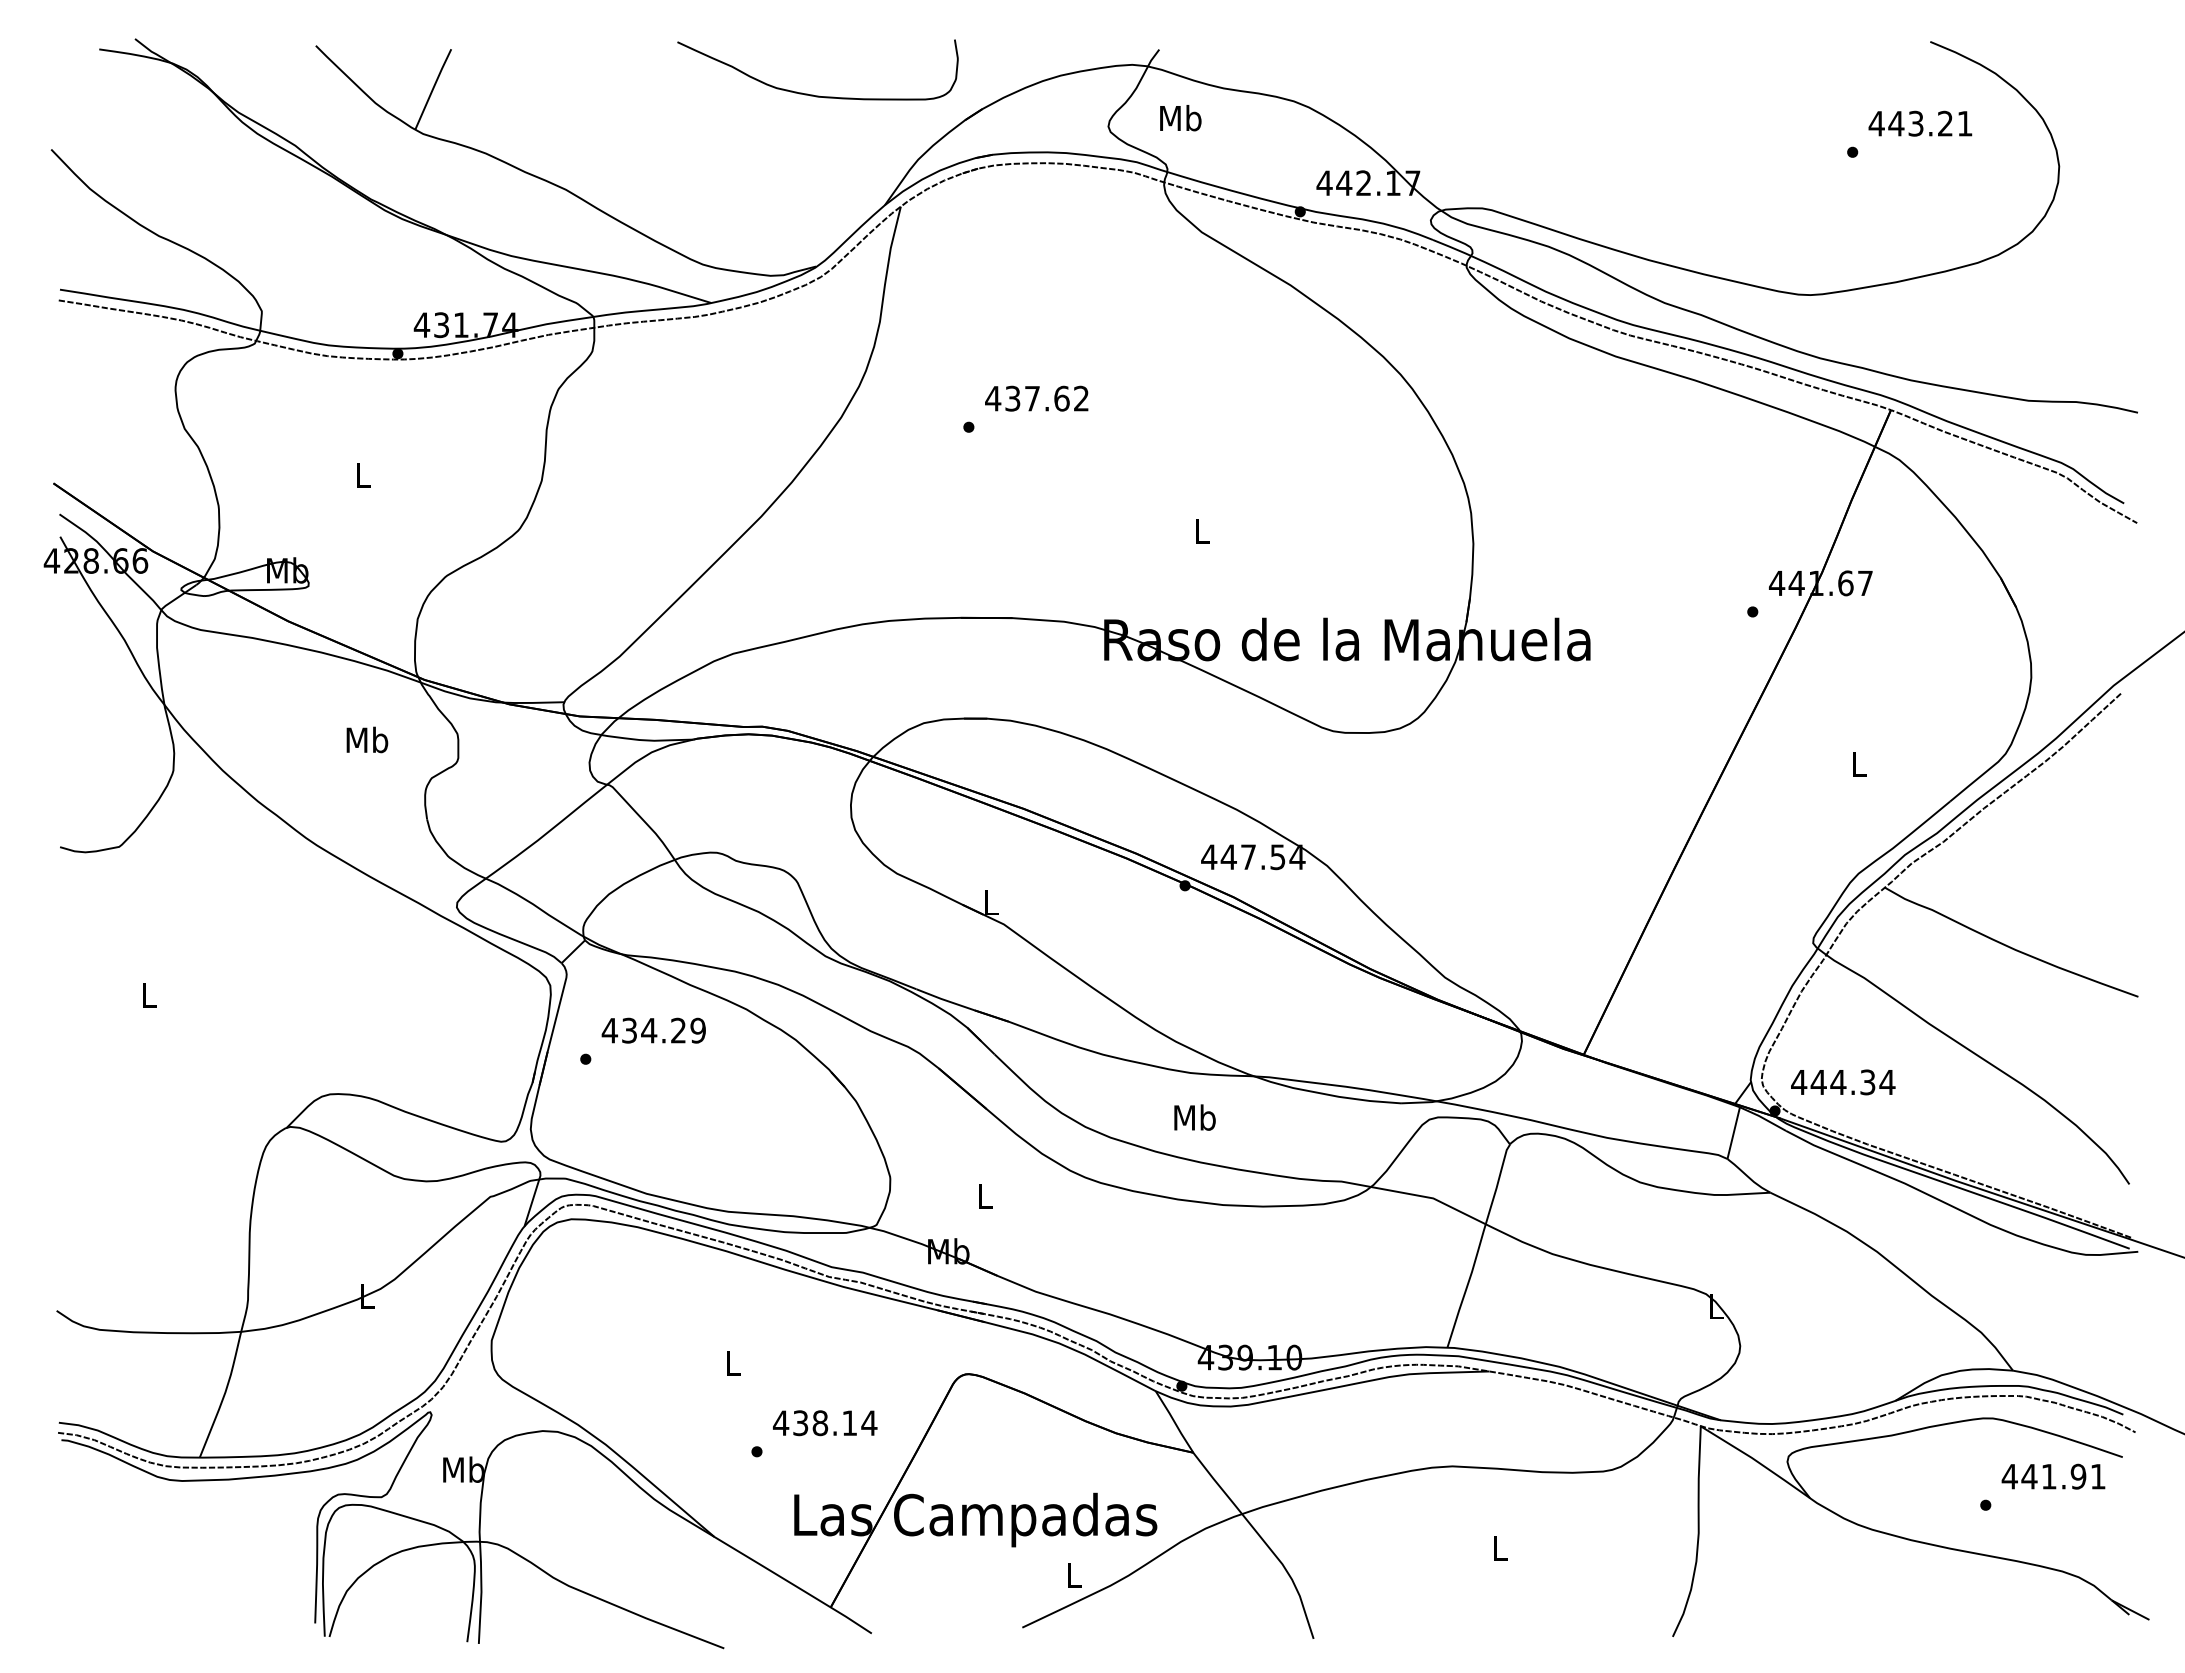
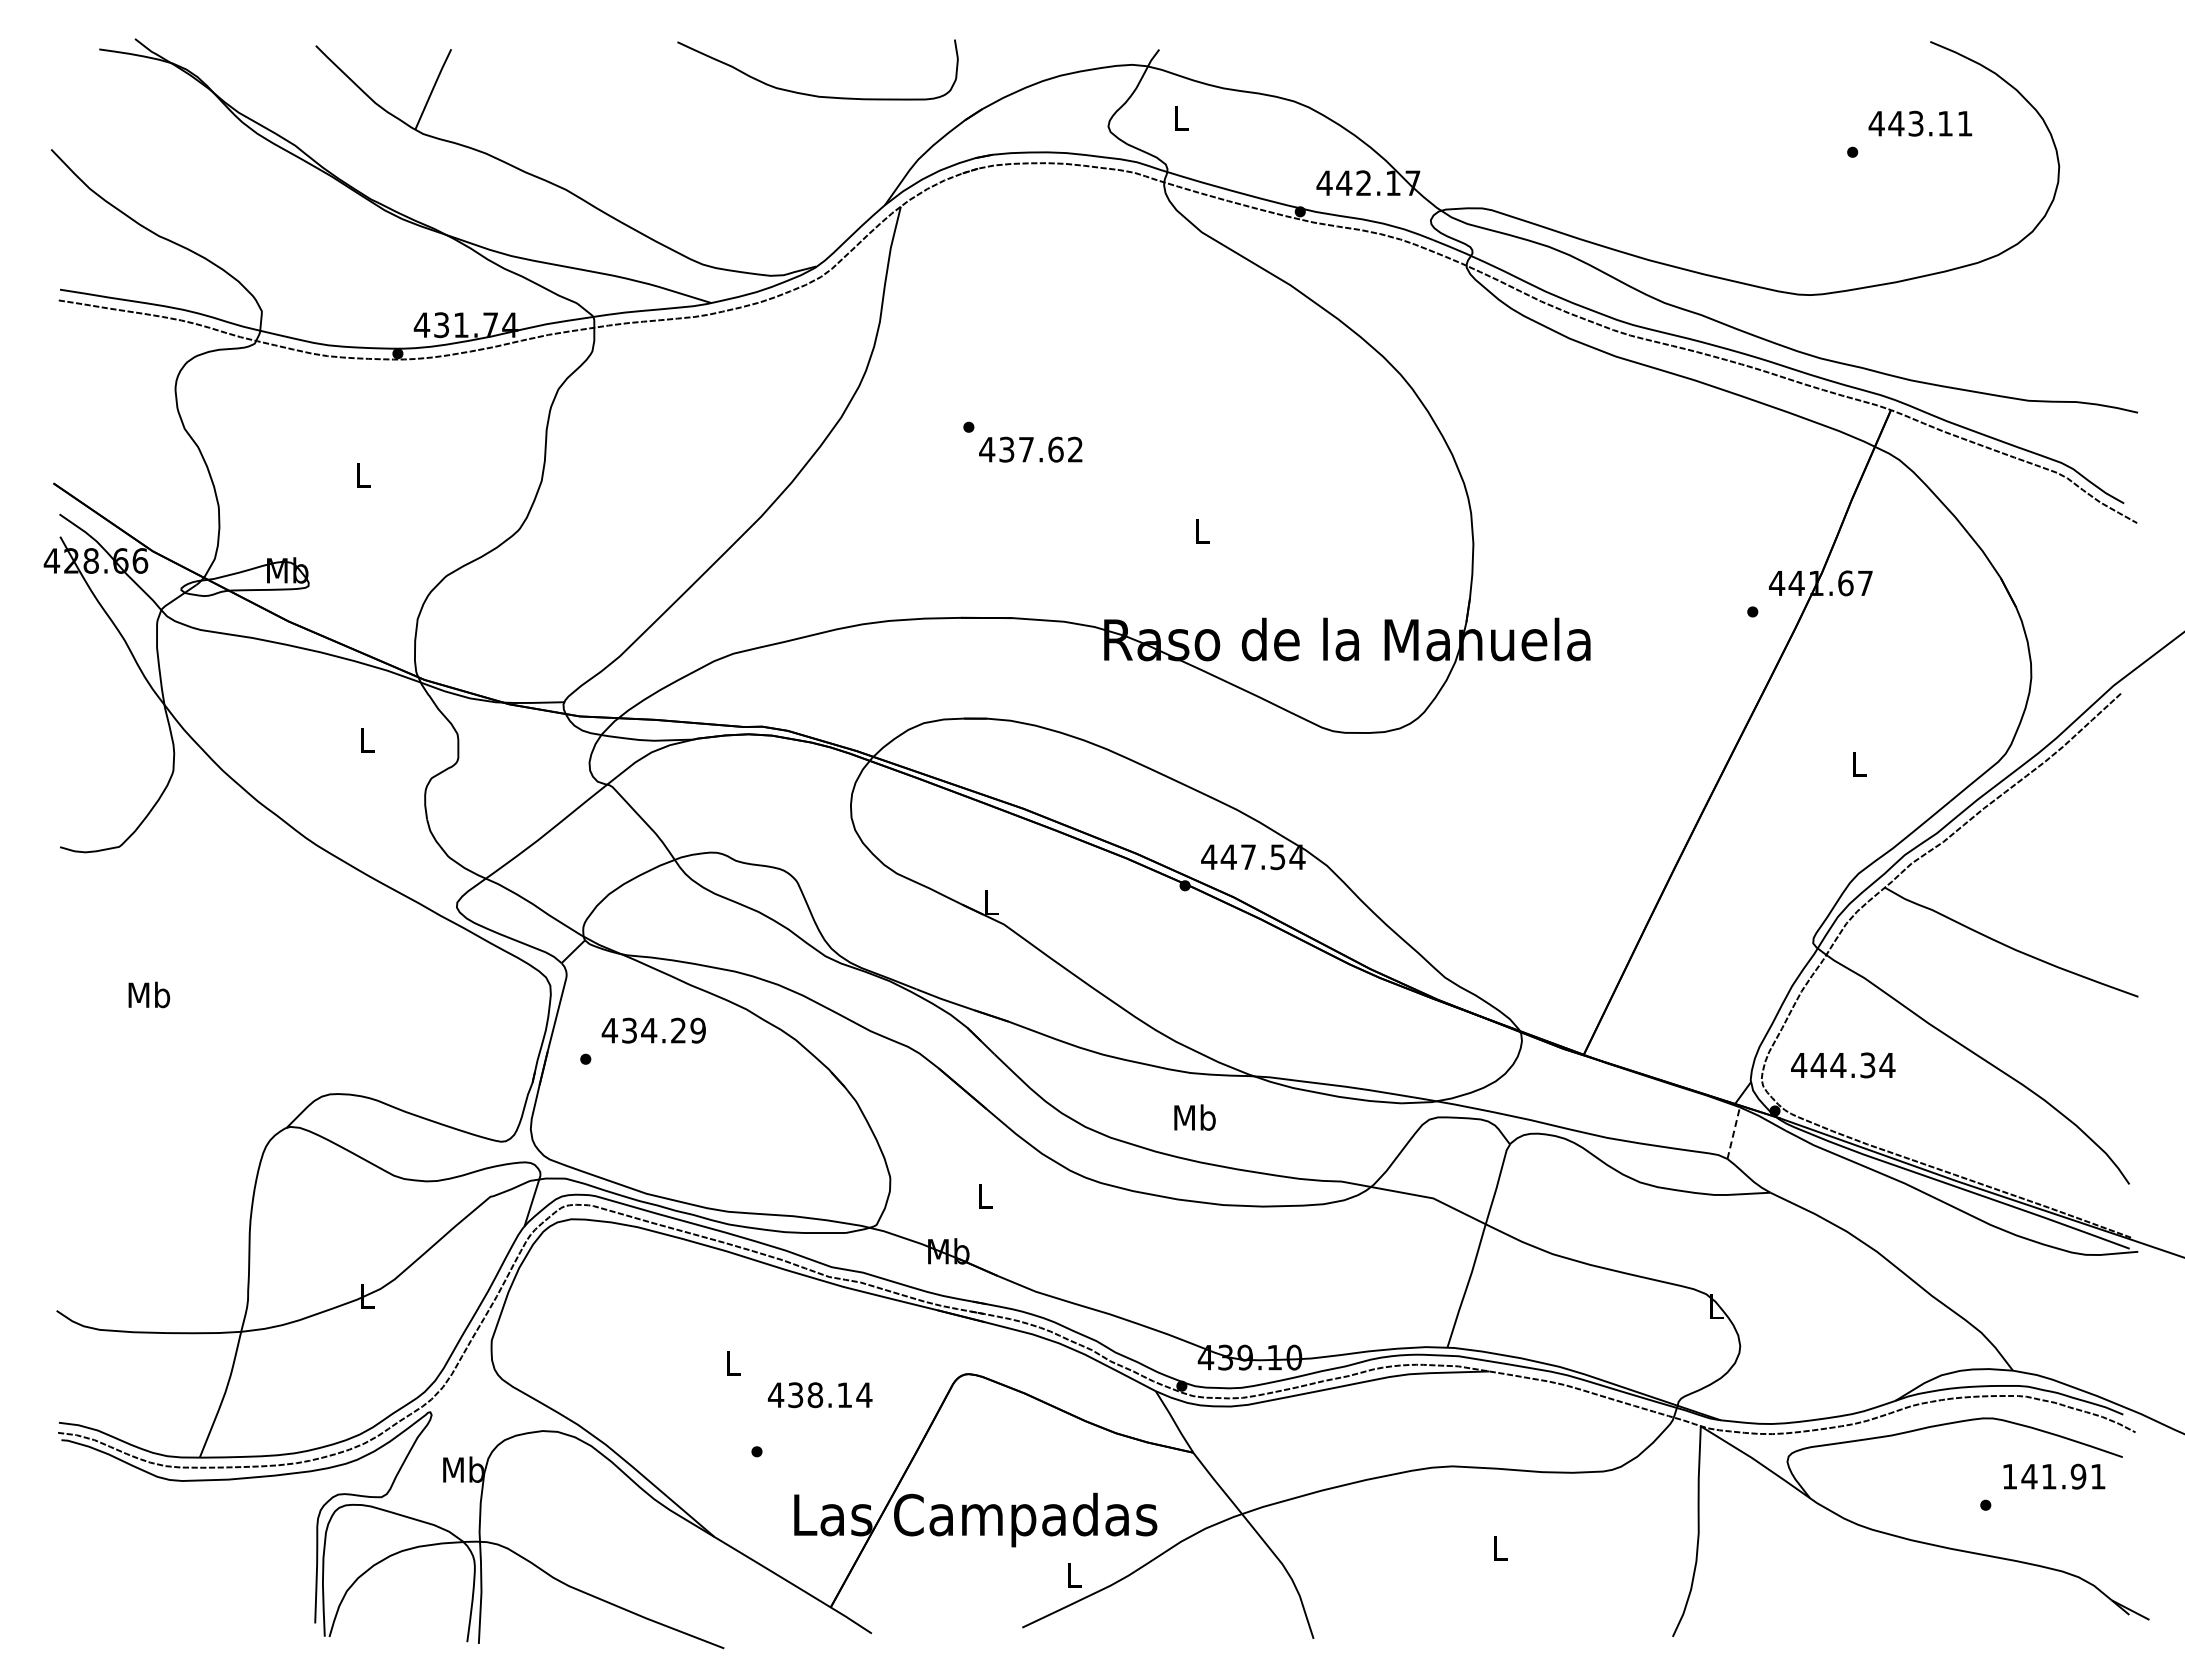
text at (1180, 118): Mb -> L
text at (1945, 123): 443.21 -> 443.11
text at (1036, 398) position: (1036, 398) -> (1030, 449)
text at (367, 739): Mb -> L
text at (149, 994): L -> Mb
text at (1843, 1082) position: (1843, 1082) -> (1843, 1065)
line at (1733, 1133): solid -> dashed
text at (825, 1423) position: (825, 1423) -> (820, 1395)
text at (2009, 1476): 441.91 -> 141.91
